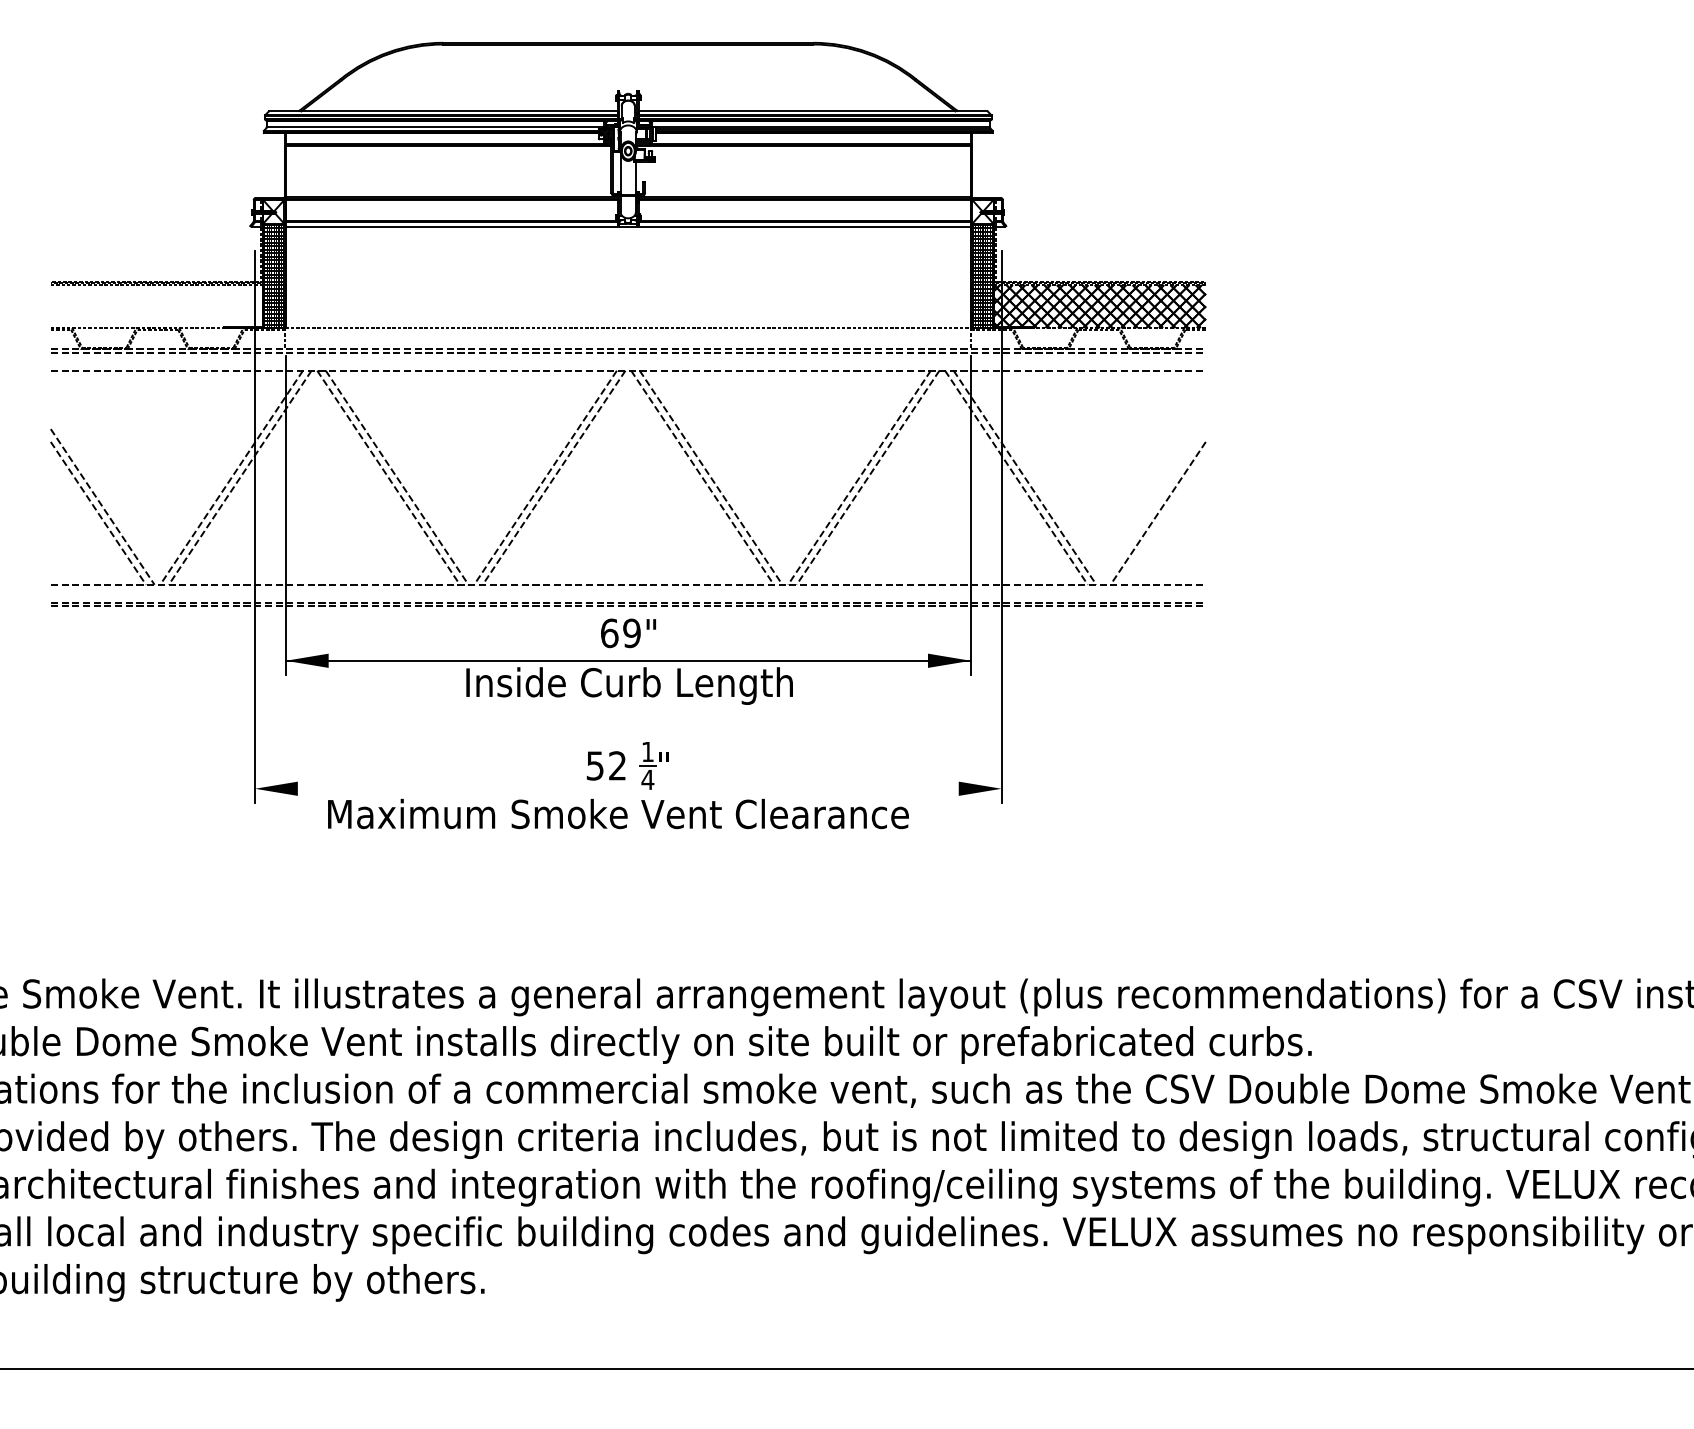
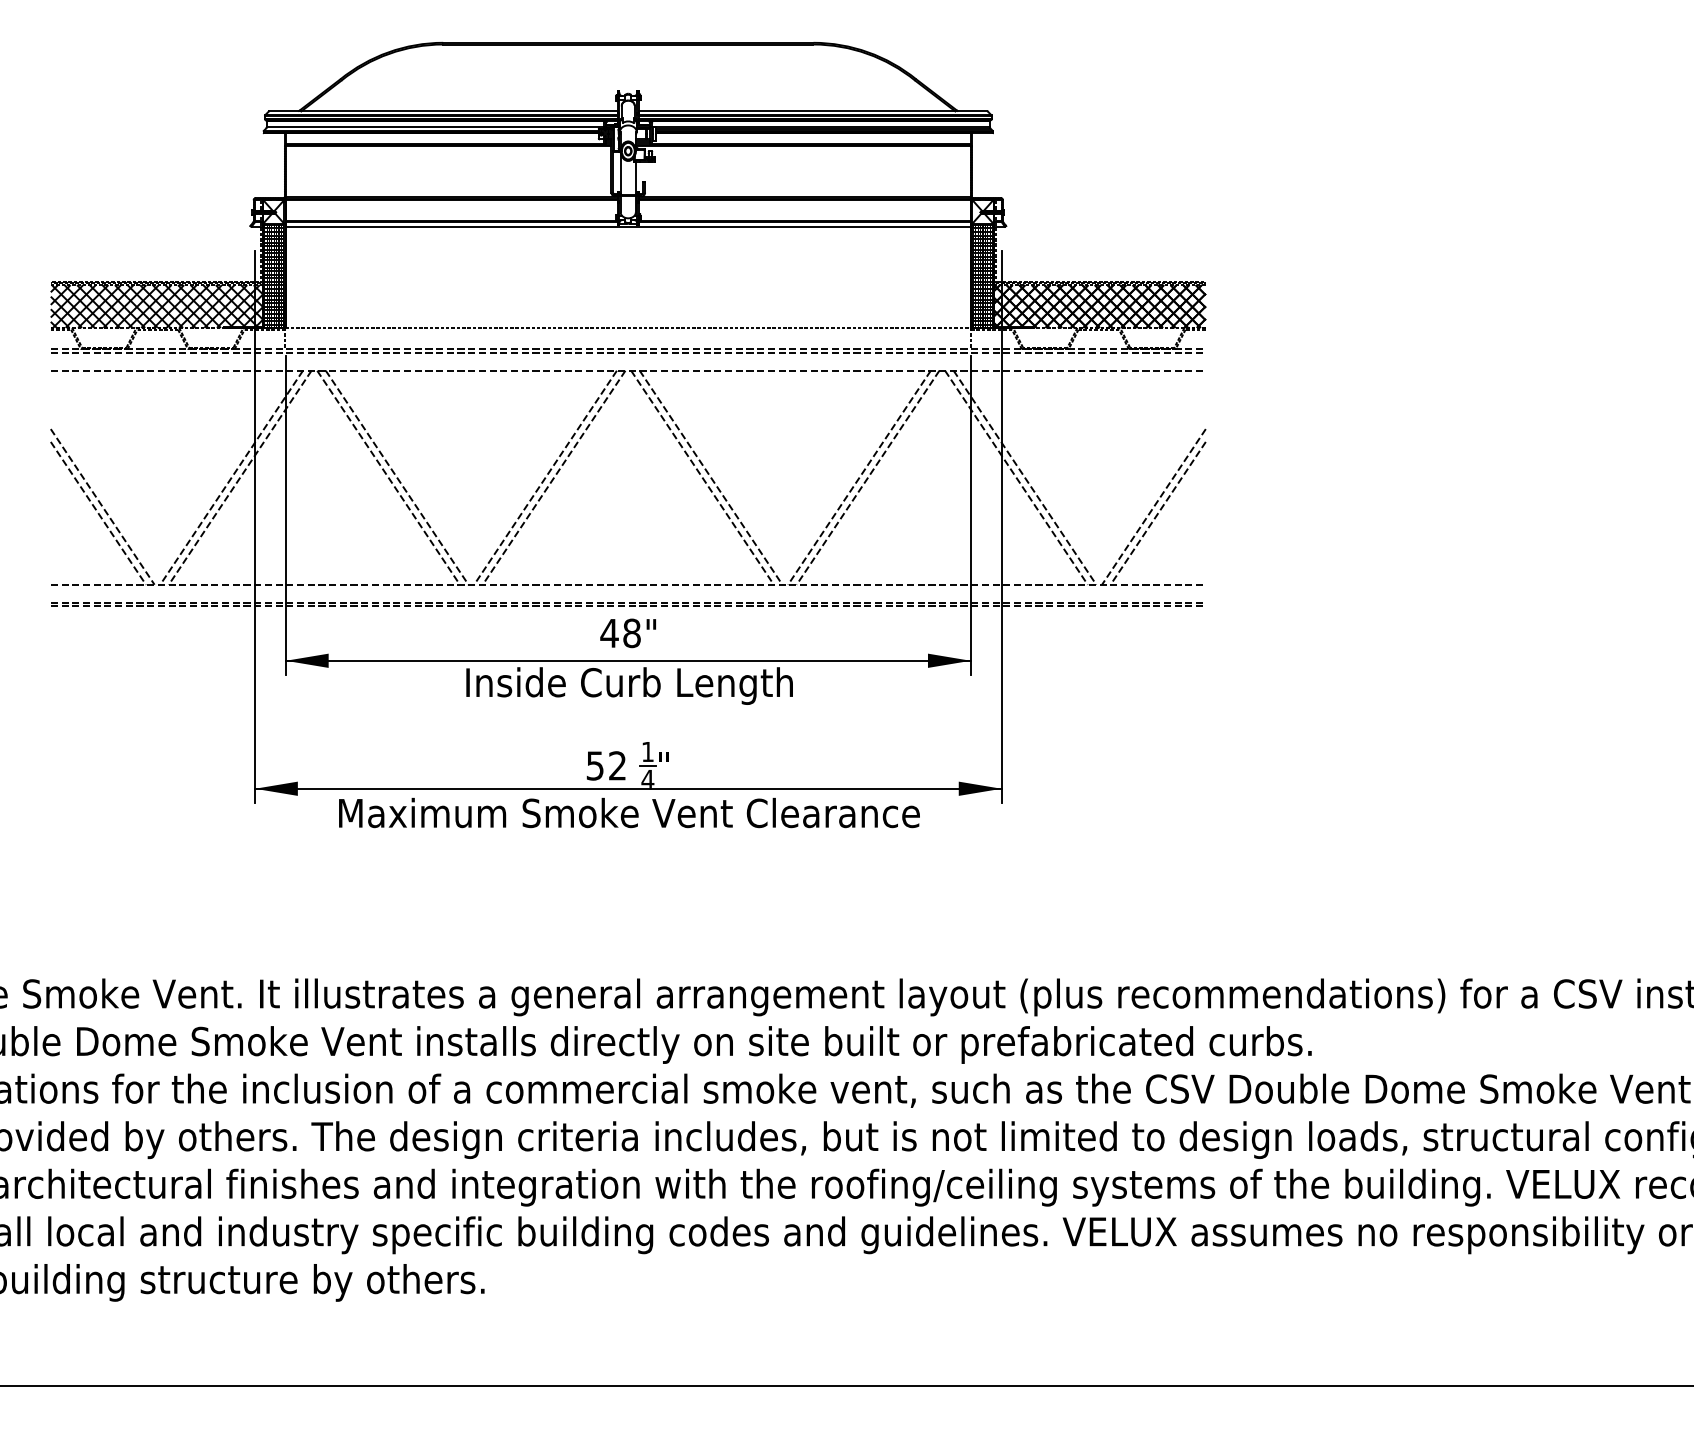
hatch at (156, 306): none -> present
line at (1153, 506): none -> present
text at (620, 633): 69" -> 48"
line at (628, 788): none -> present
text at (618, 813) position: (618, 813) -> (629, 812)
line at (846, 1369) position: (846, 1369) -> (846, 1386)
